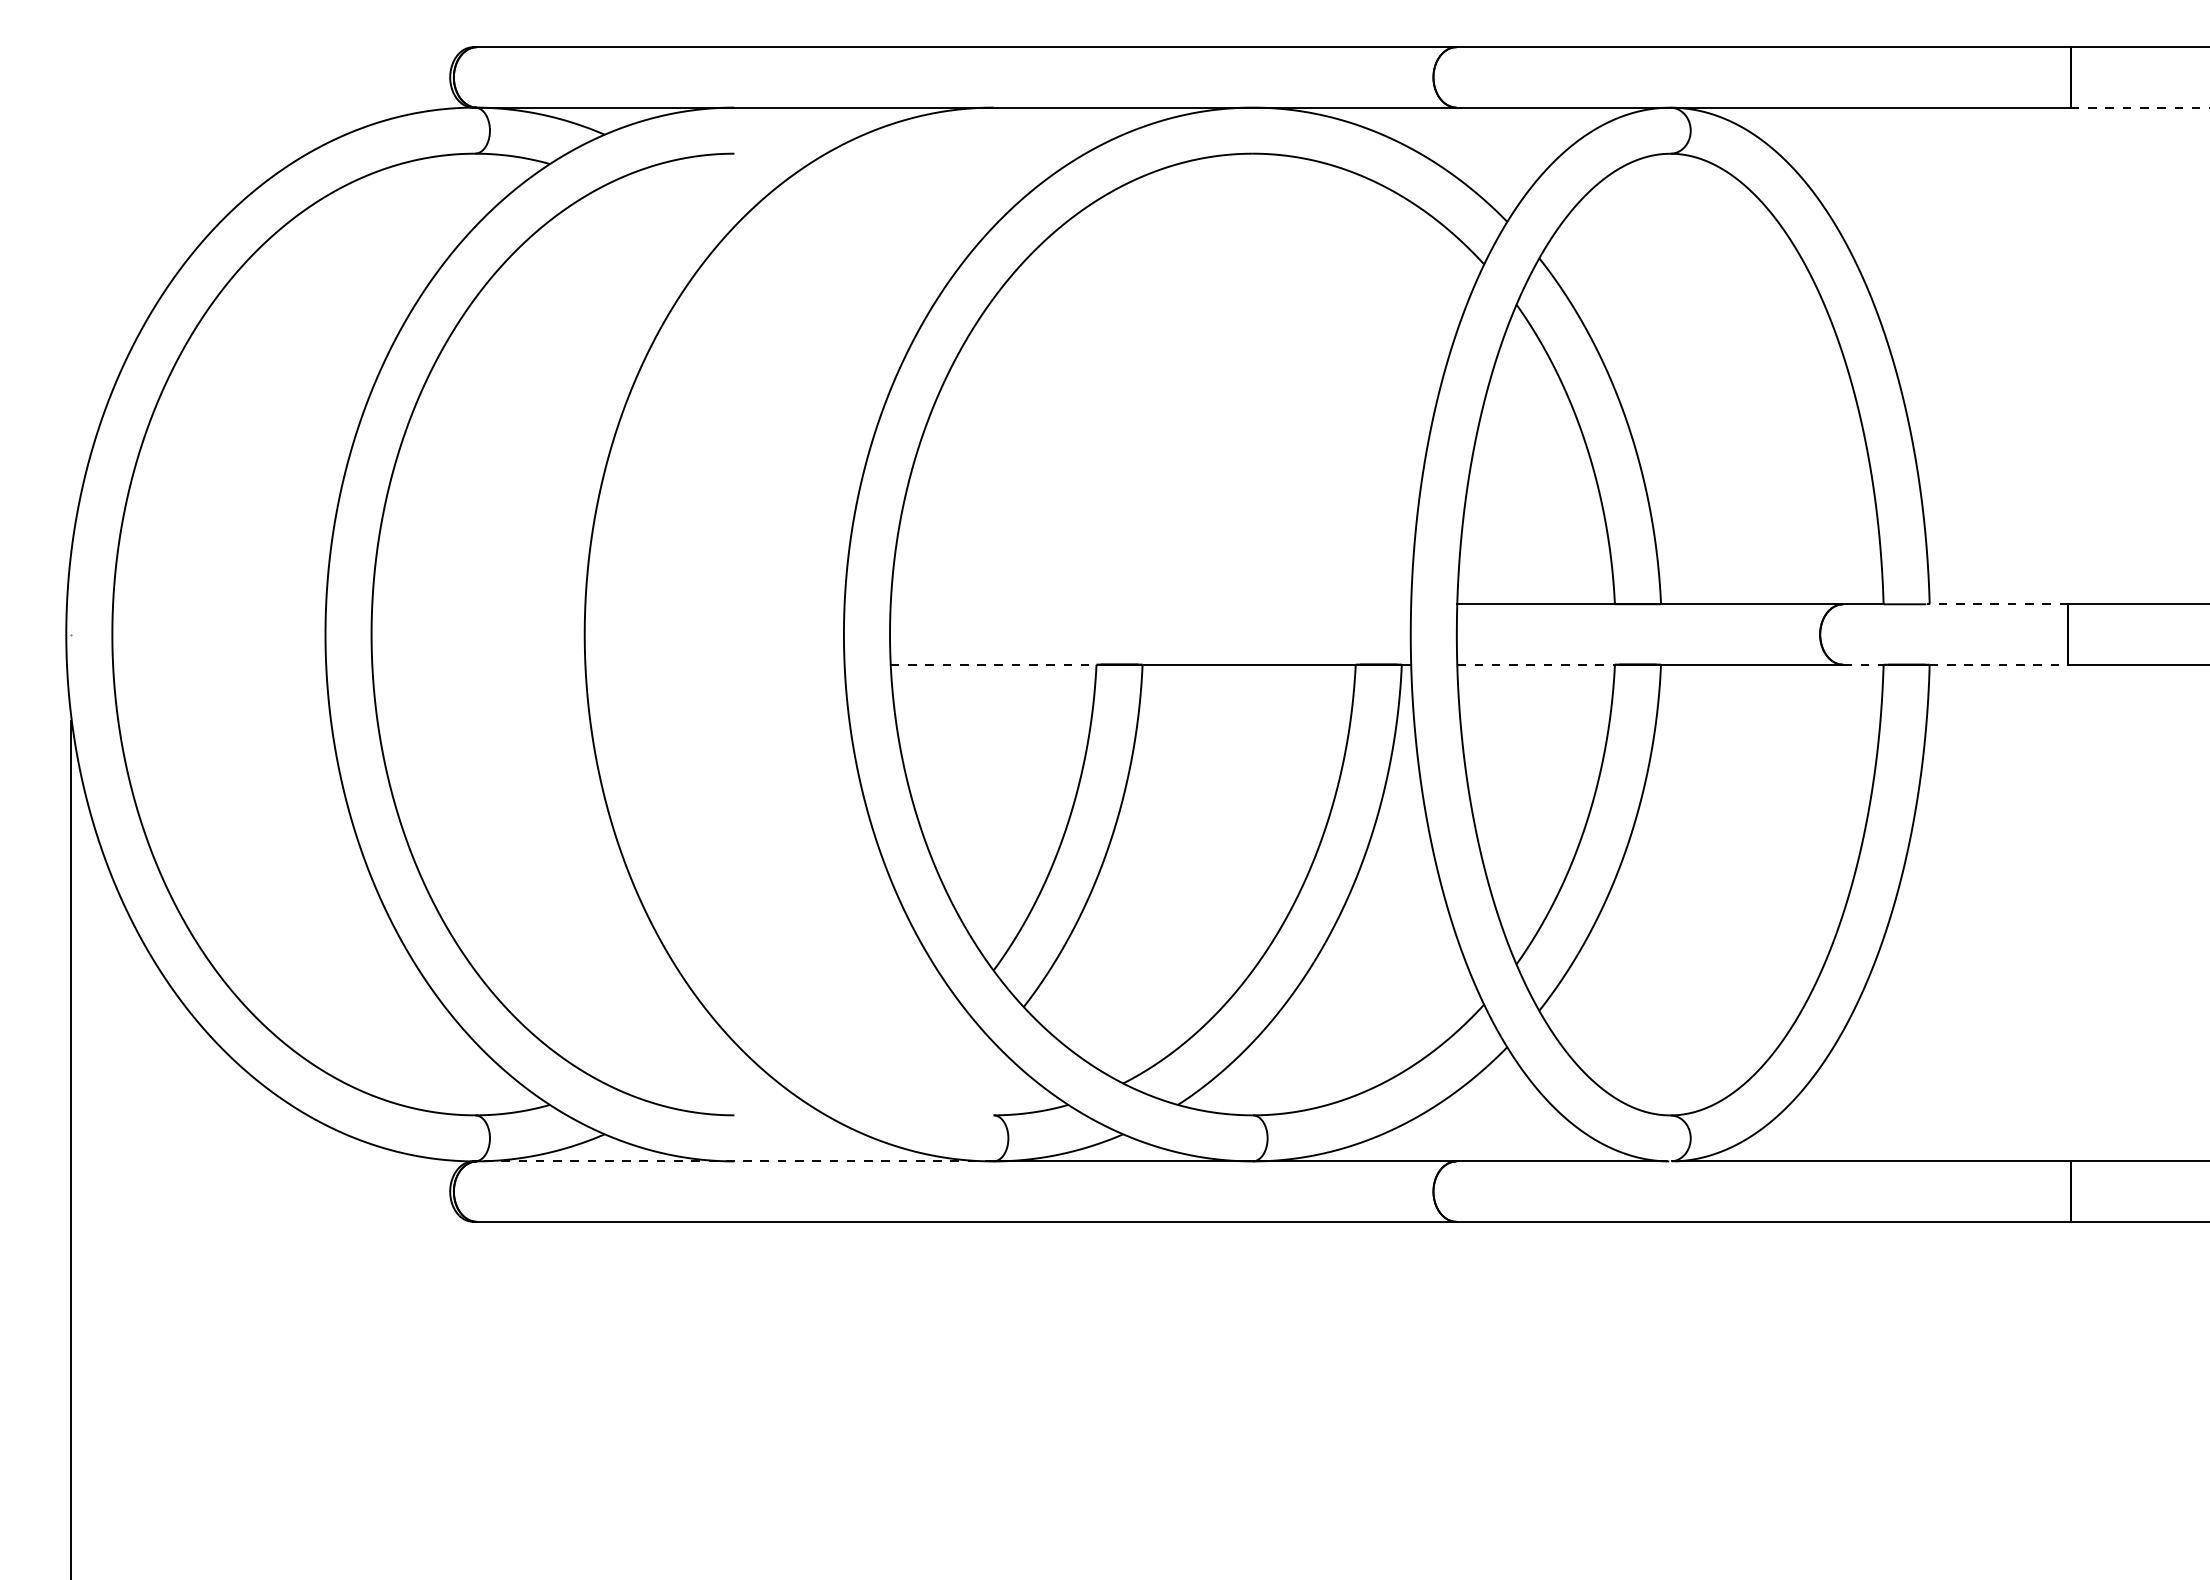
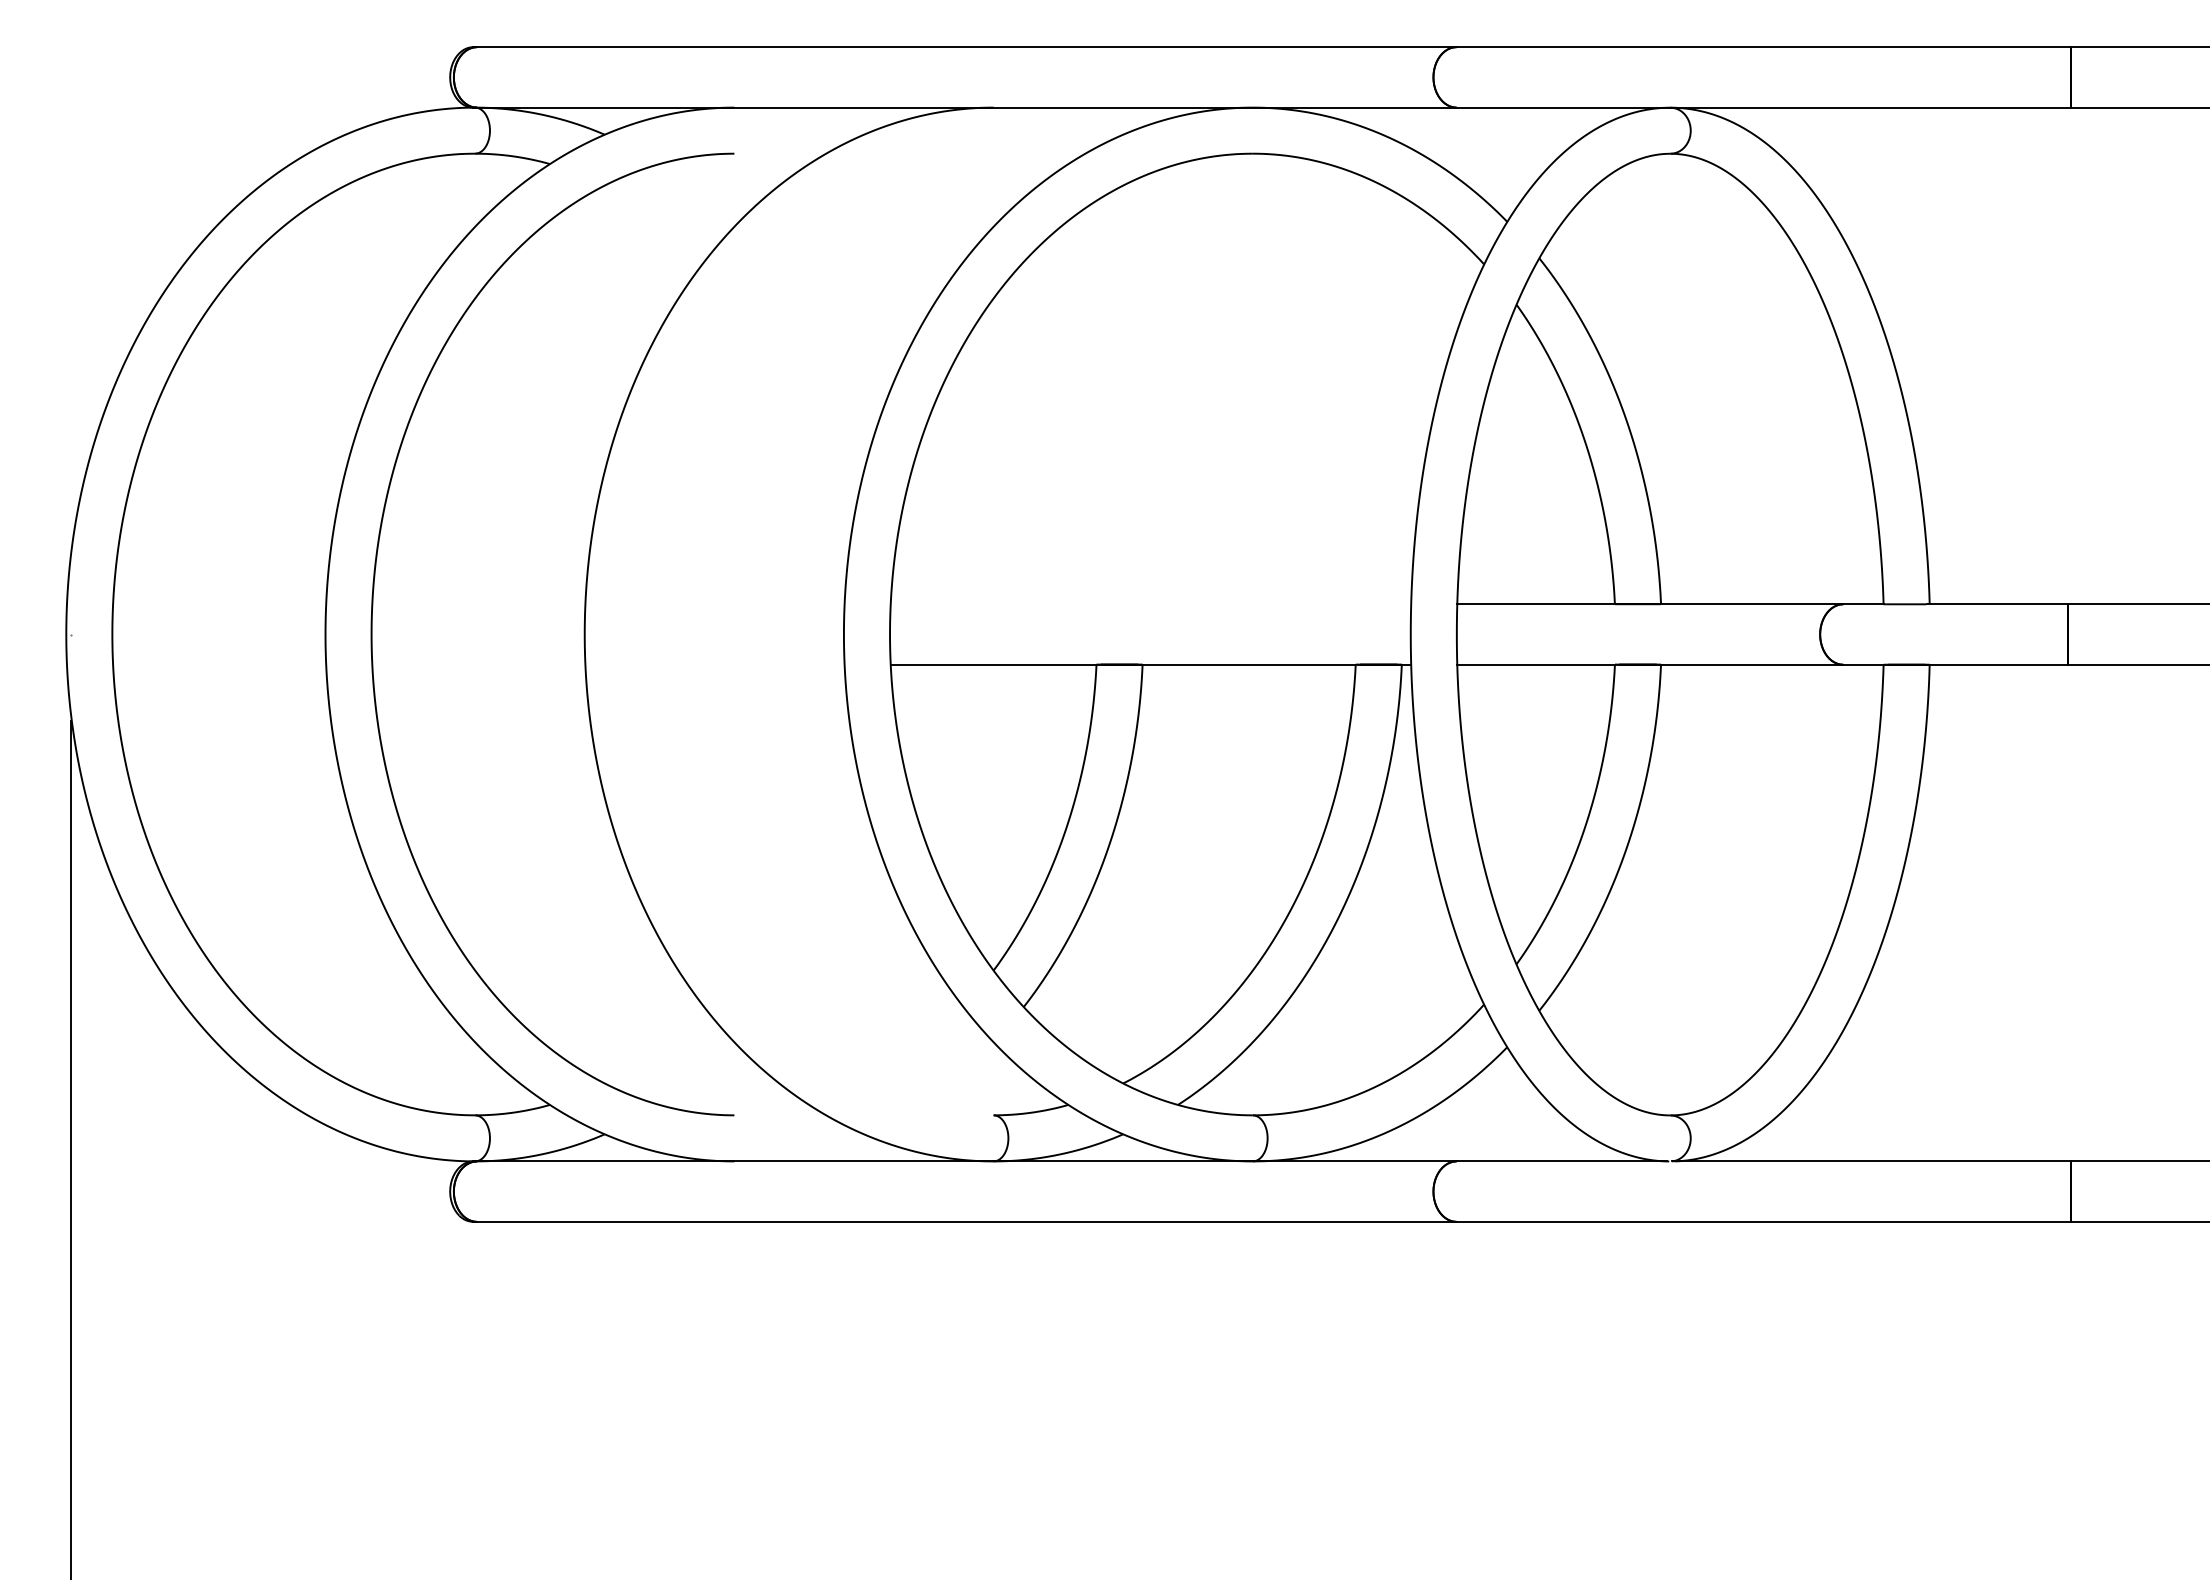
line at (2140, 107): dashed -> solid
line at (1997, 604): dashed -> solid
line at (993, 664): dashed -> solid
line at (1536, 664): dashed -> solid
line at (1956, 664): dashed -> solid
line at (734, 1161): dashed -> solid
